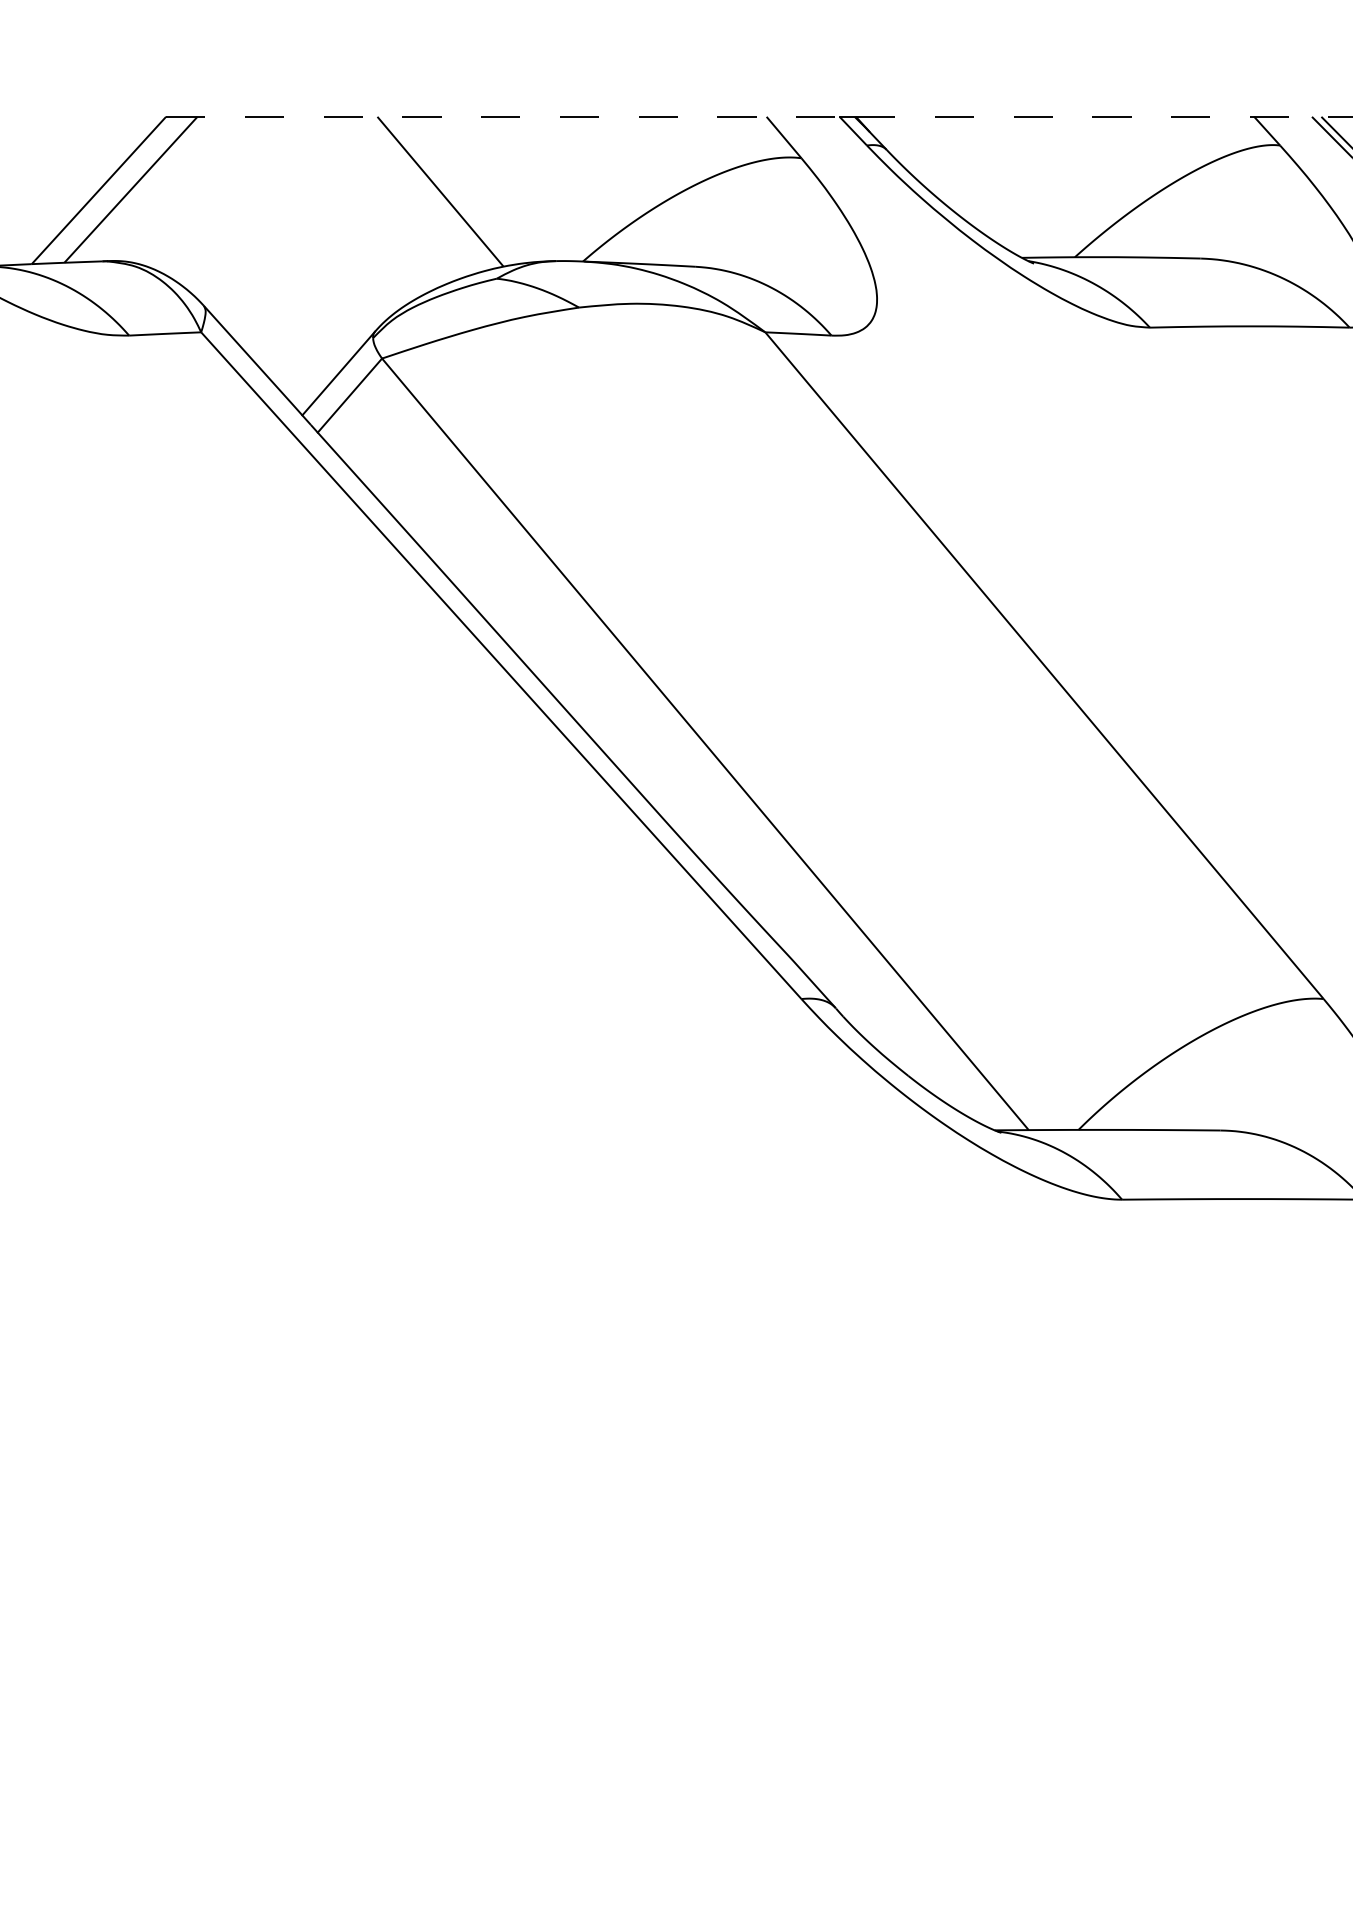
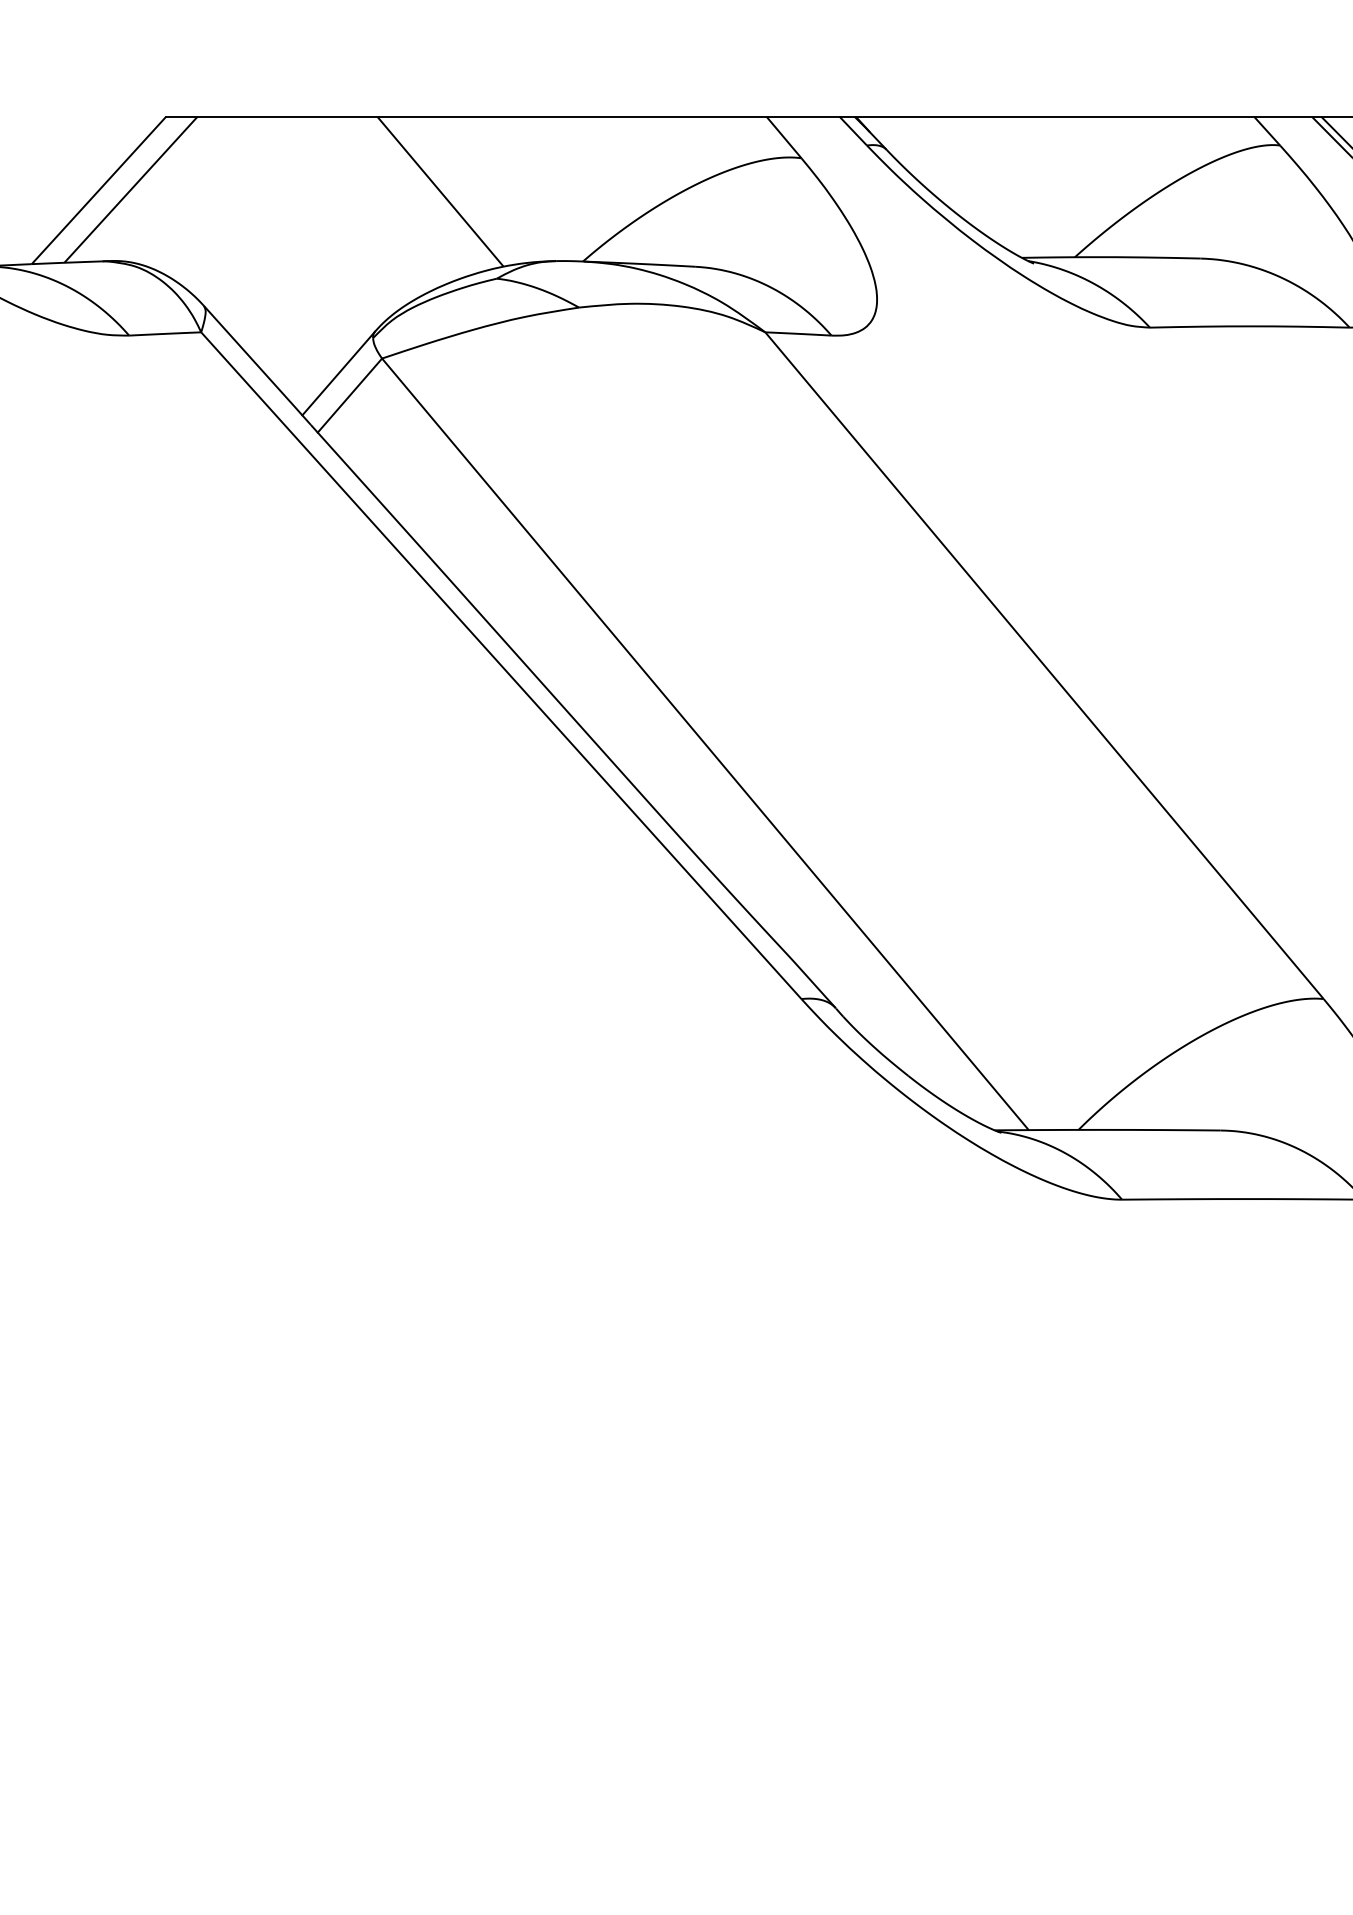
line at (502, 116): dashed -> solid
line at (1104, 116): dashed -> solid
